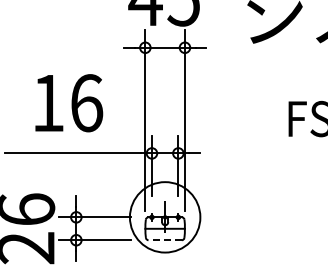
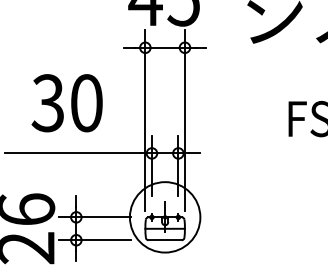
text at (67, 103): 16 -> 30
line at (165, 240): dashed -> solid
